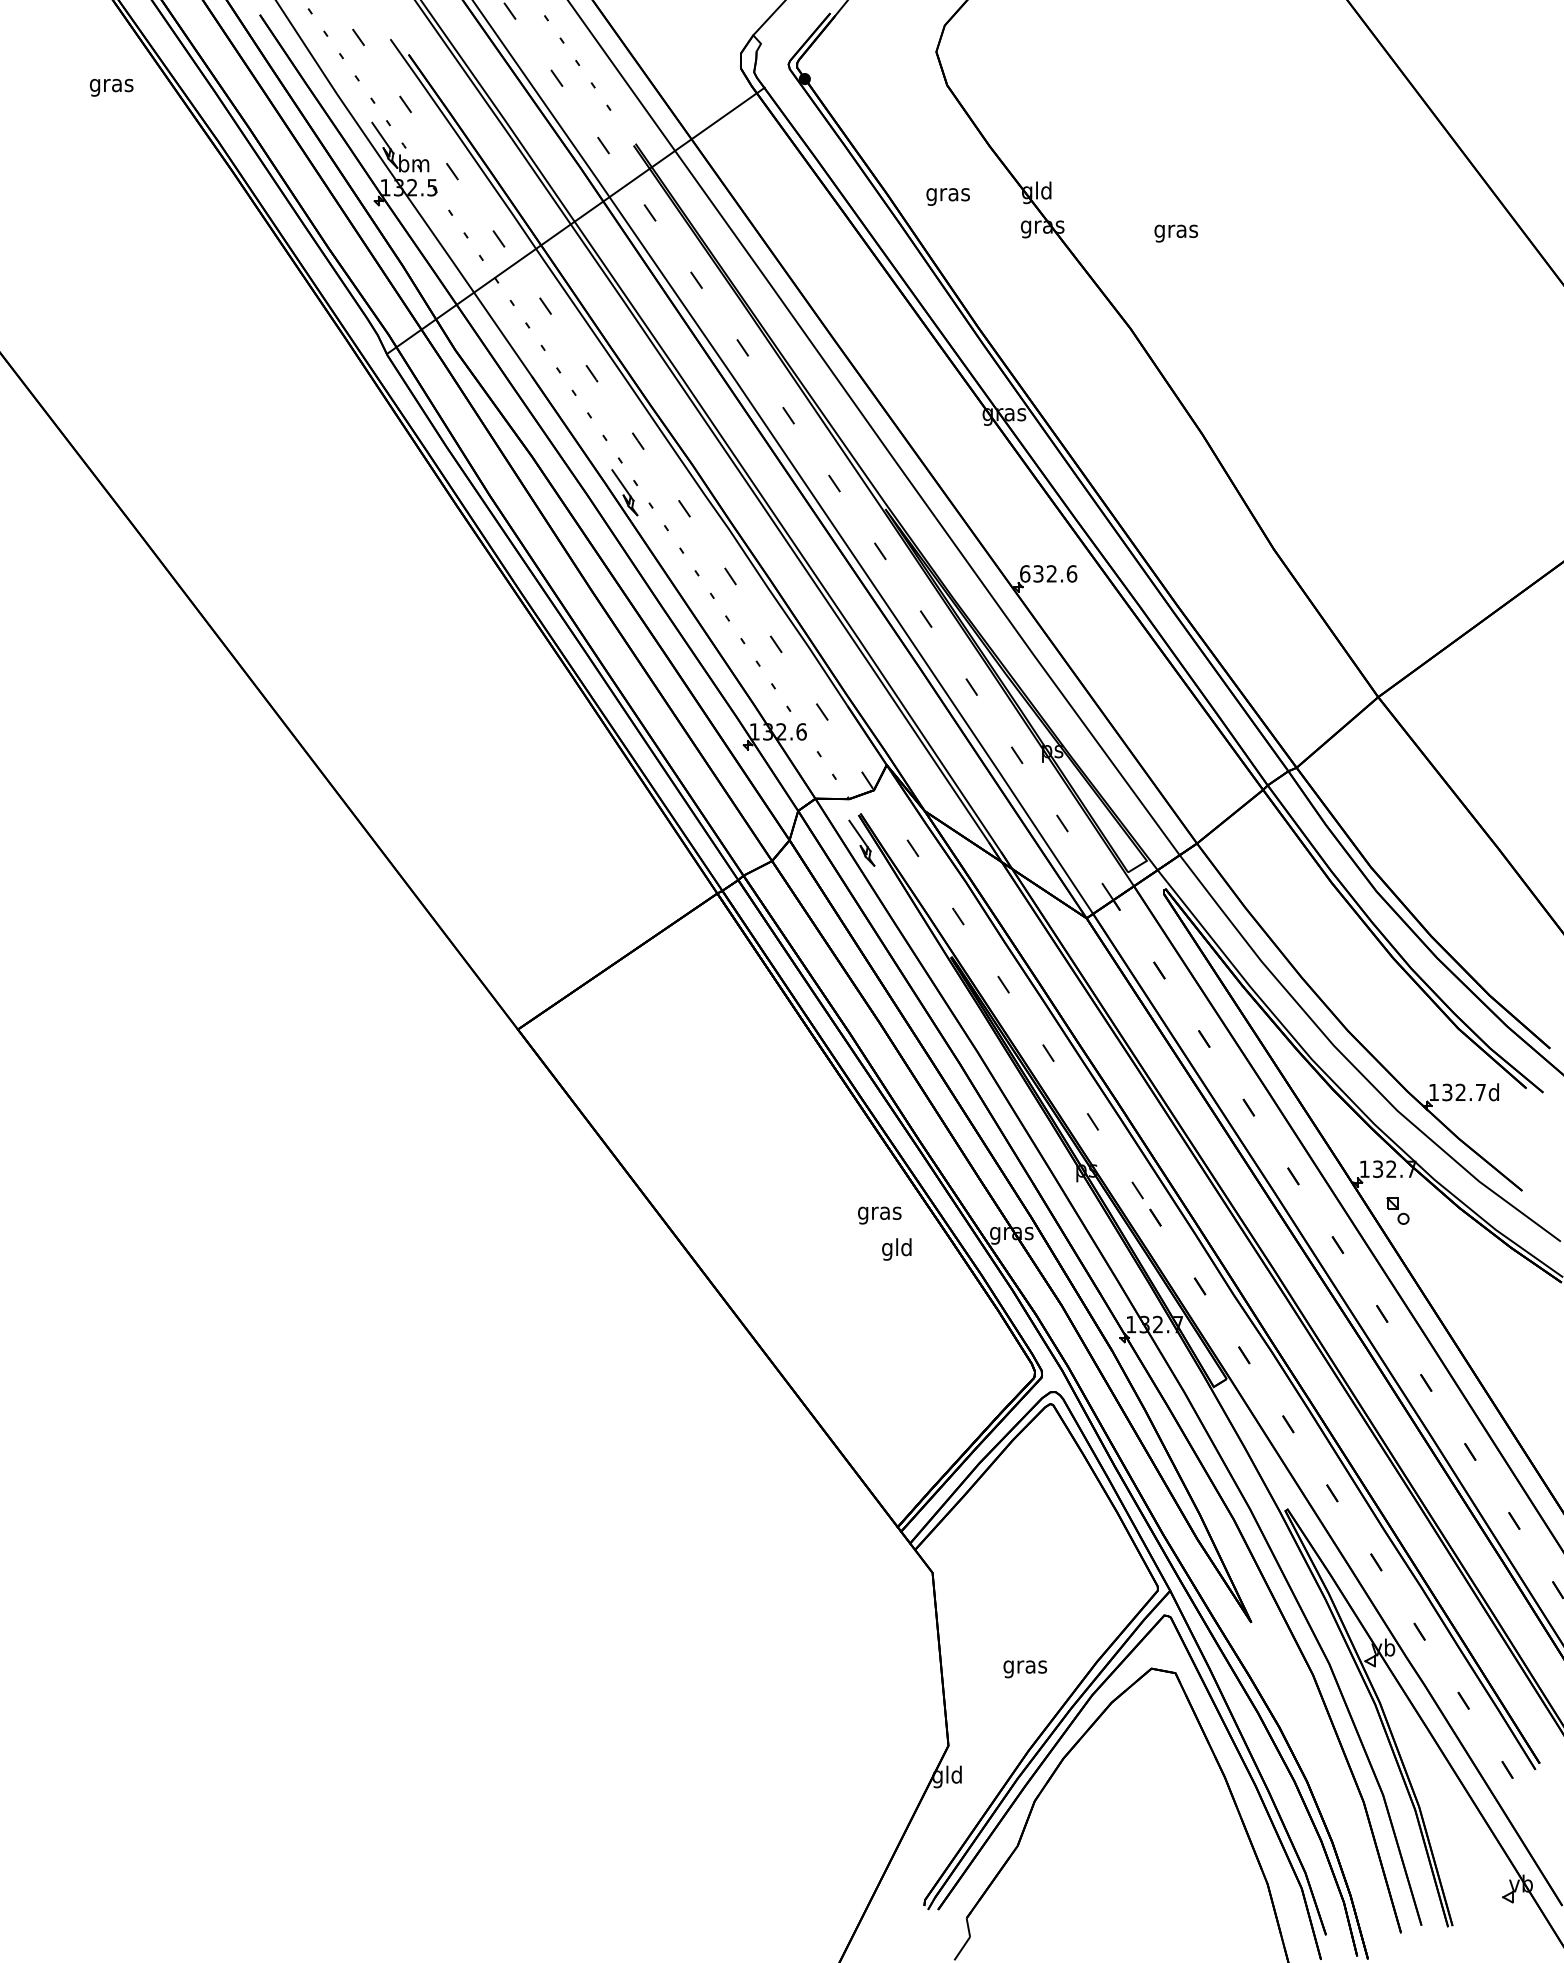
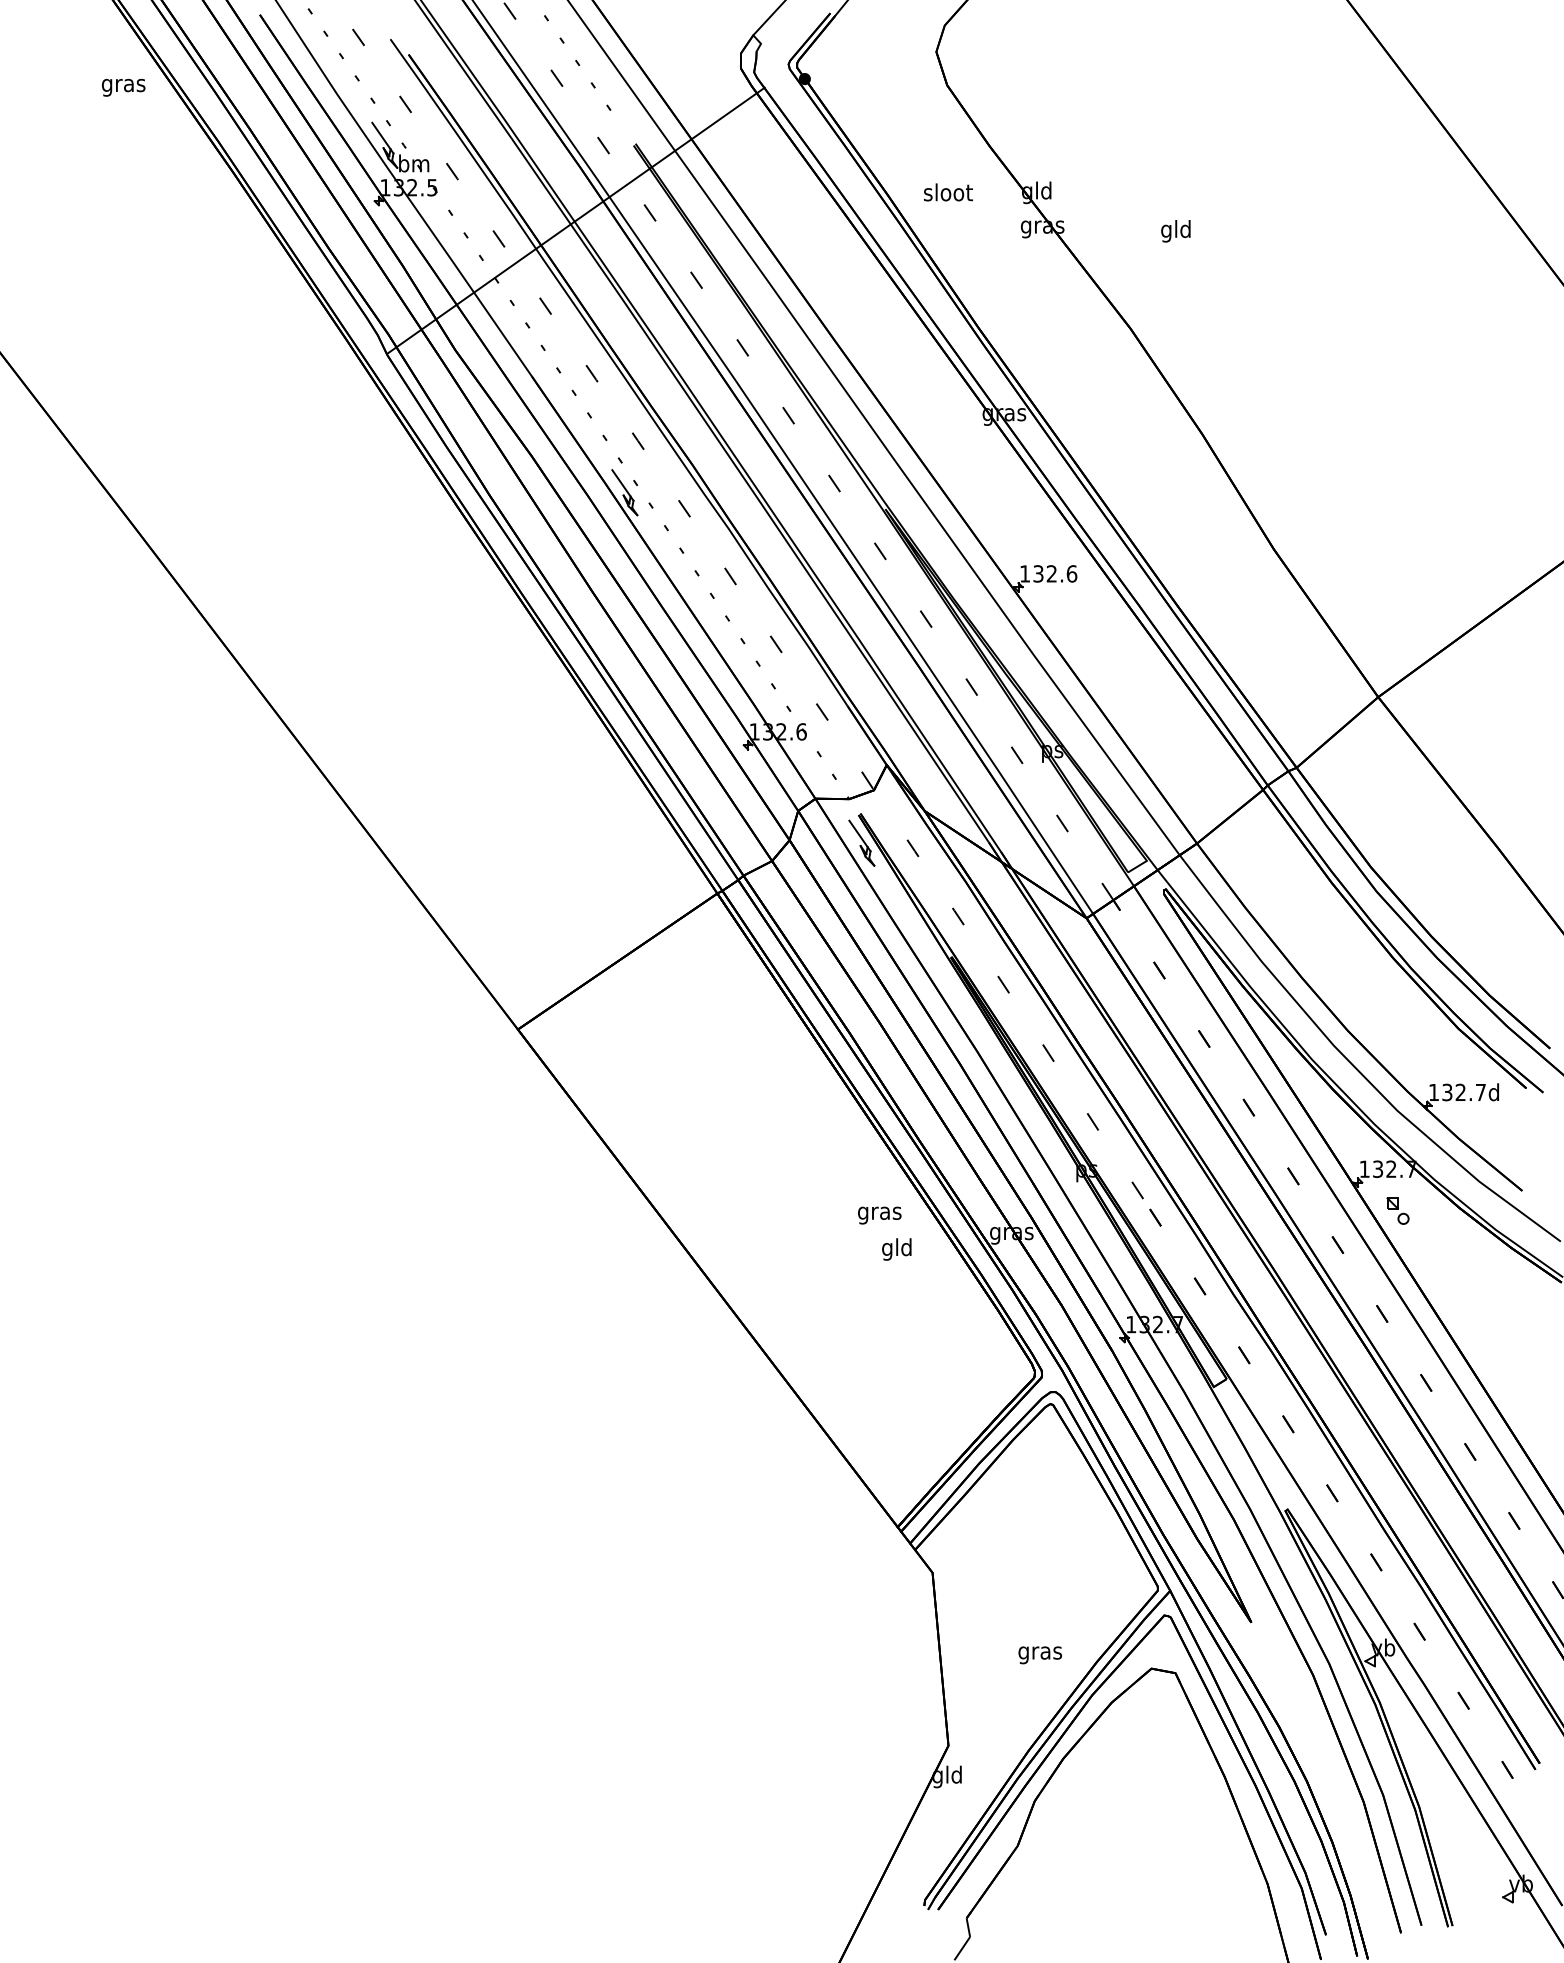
text at (111, 87) position: (111, 87) -> (123, 87)
text at (948, 194): gras -> sloot
text at (1176, 231): gras -> gld
text at (1025, 573): 632.6 -> 132.6
text at (1024, 1669) position: (1024, 1669) -> (1039, 1655)
